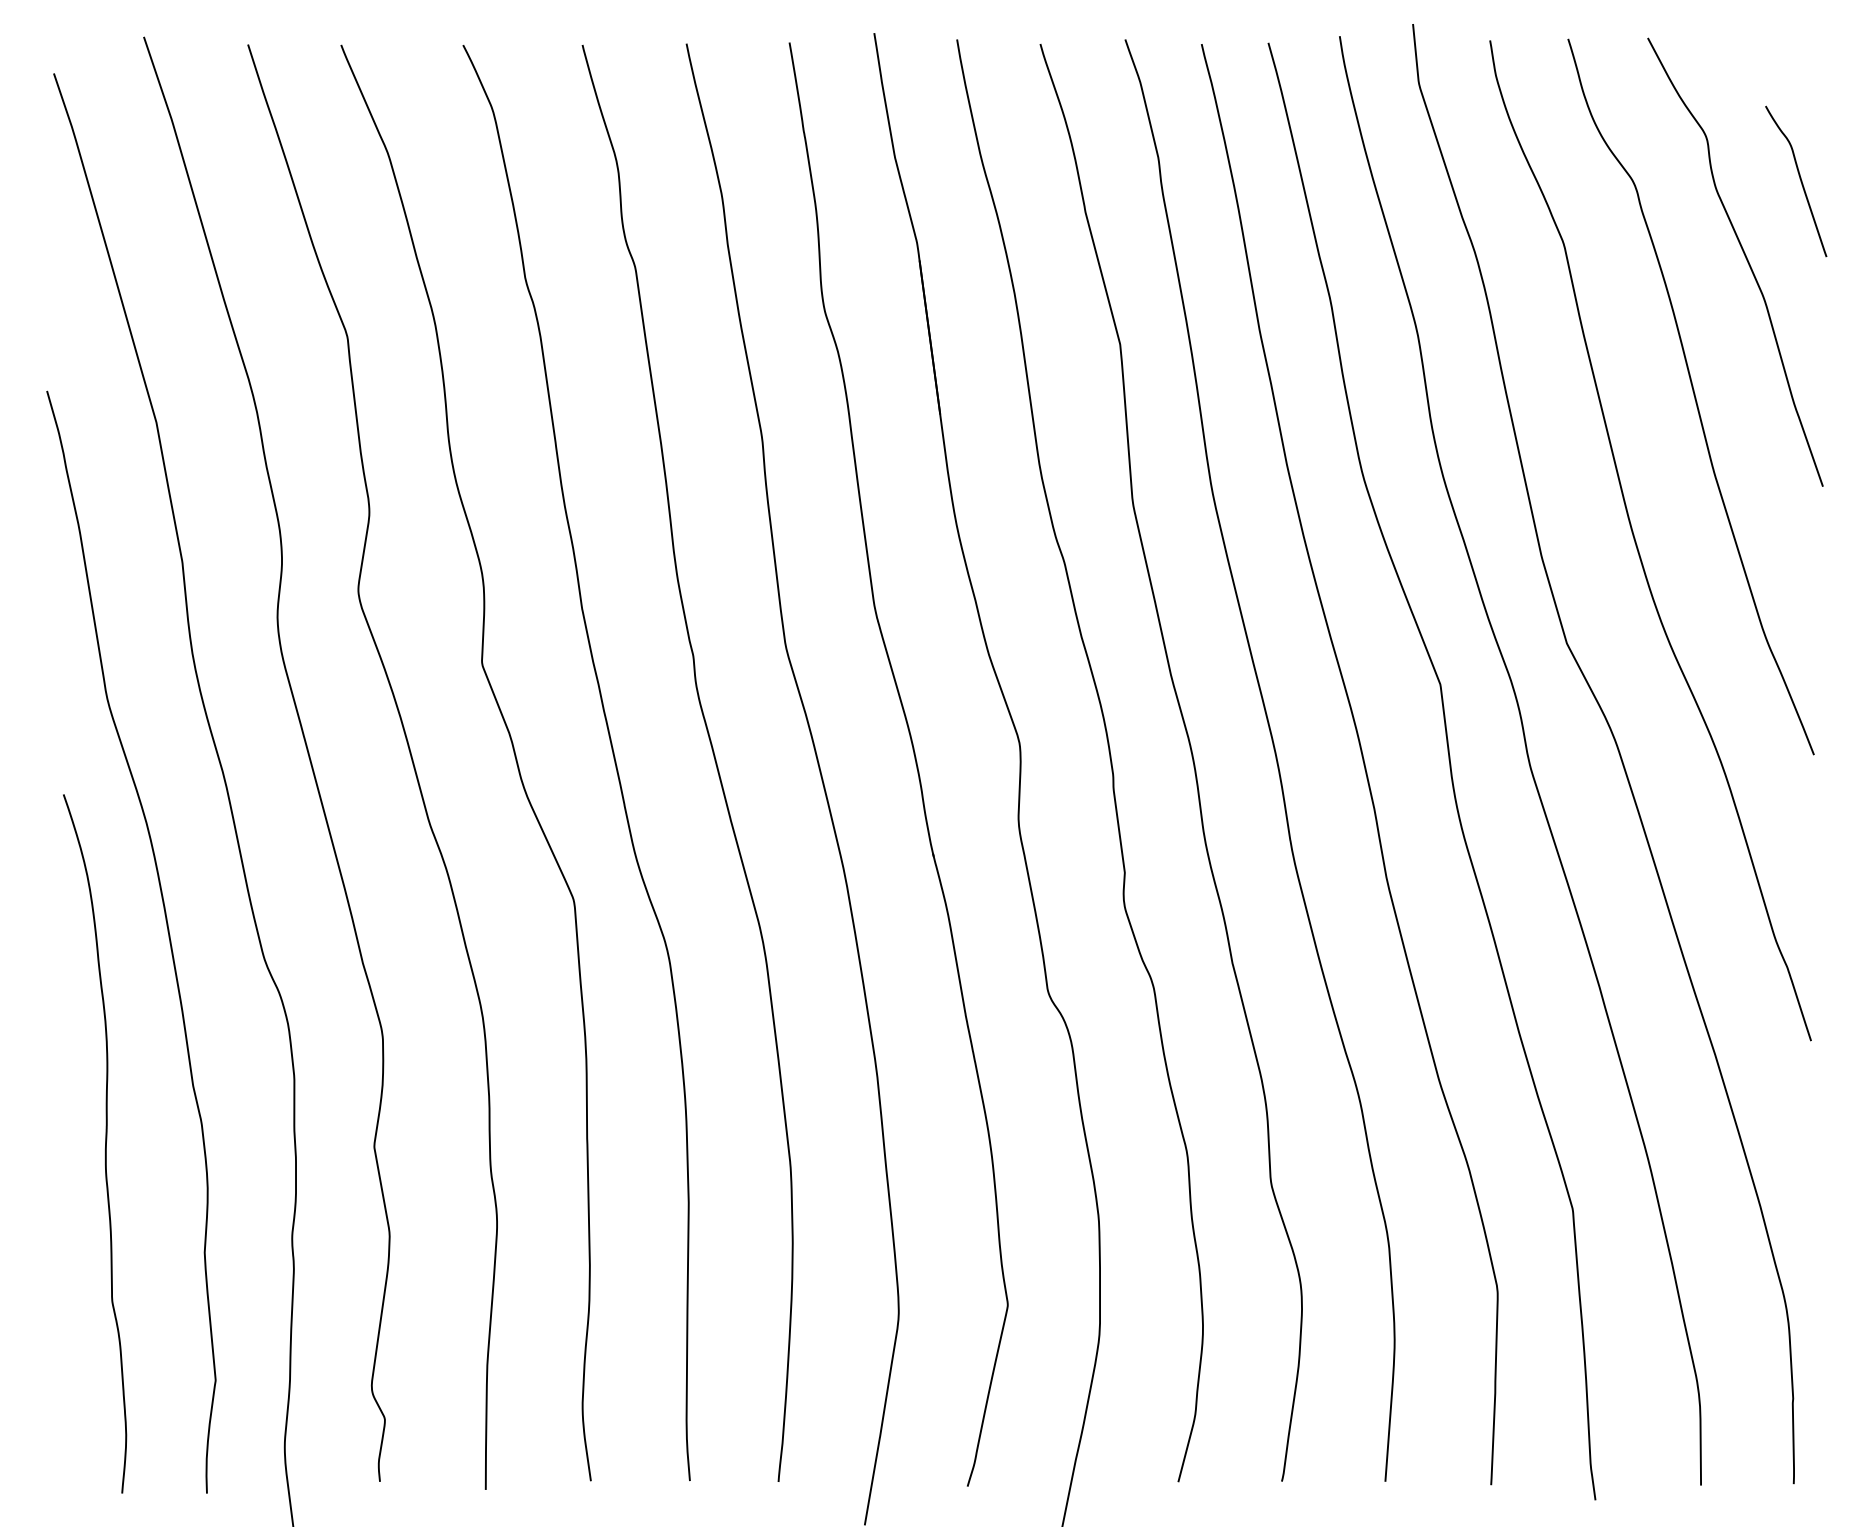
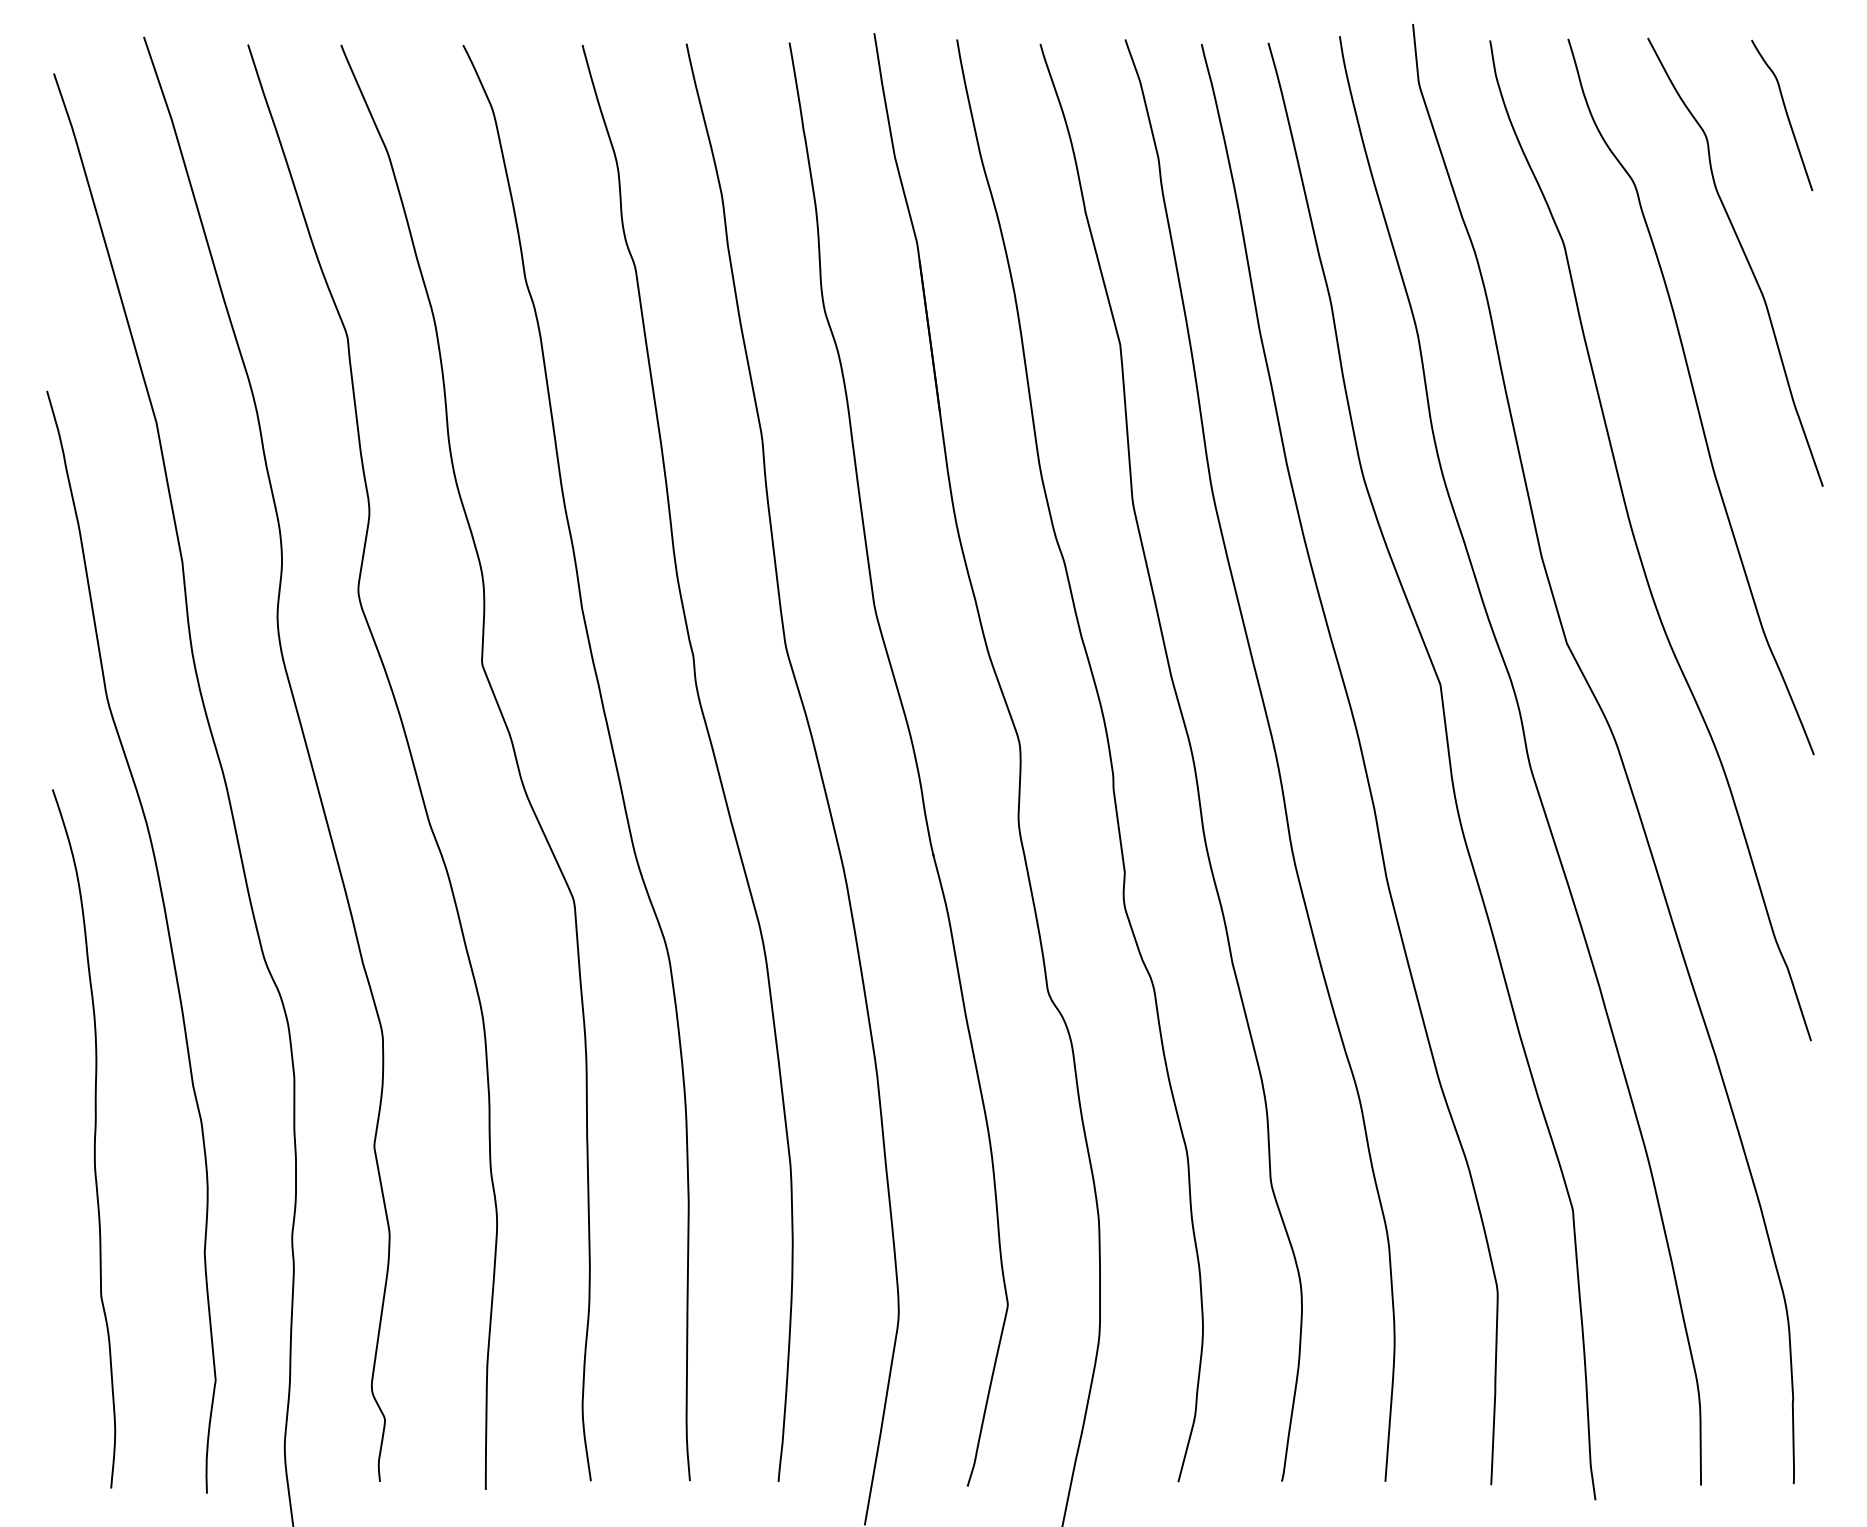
curve at (1800, 181) position: (1800, 181) -> (1786, 115)
curve at (105, 1143) position: (105, 1143) -> (94, 1138)
